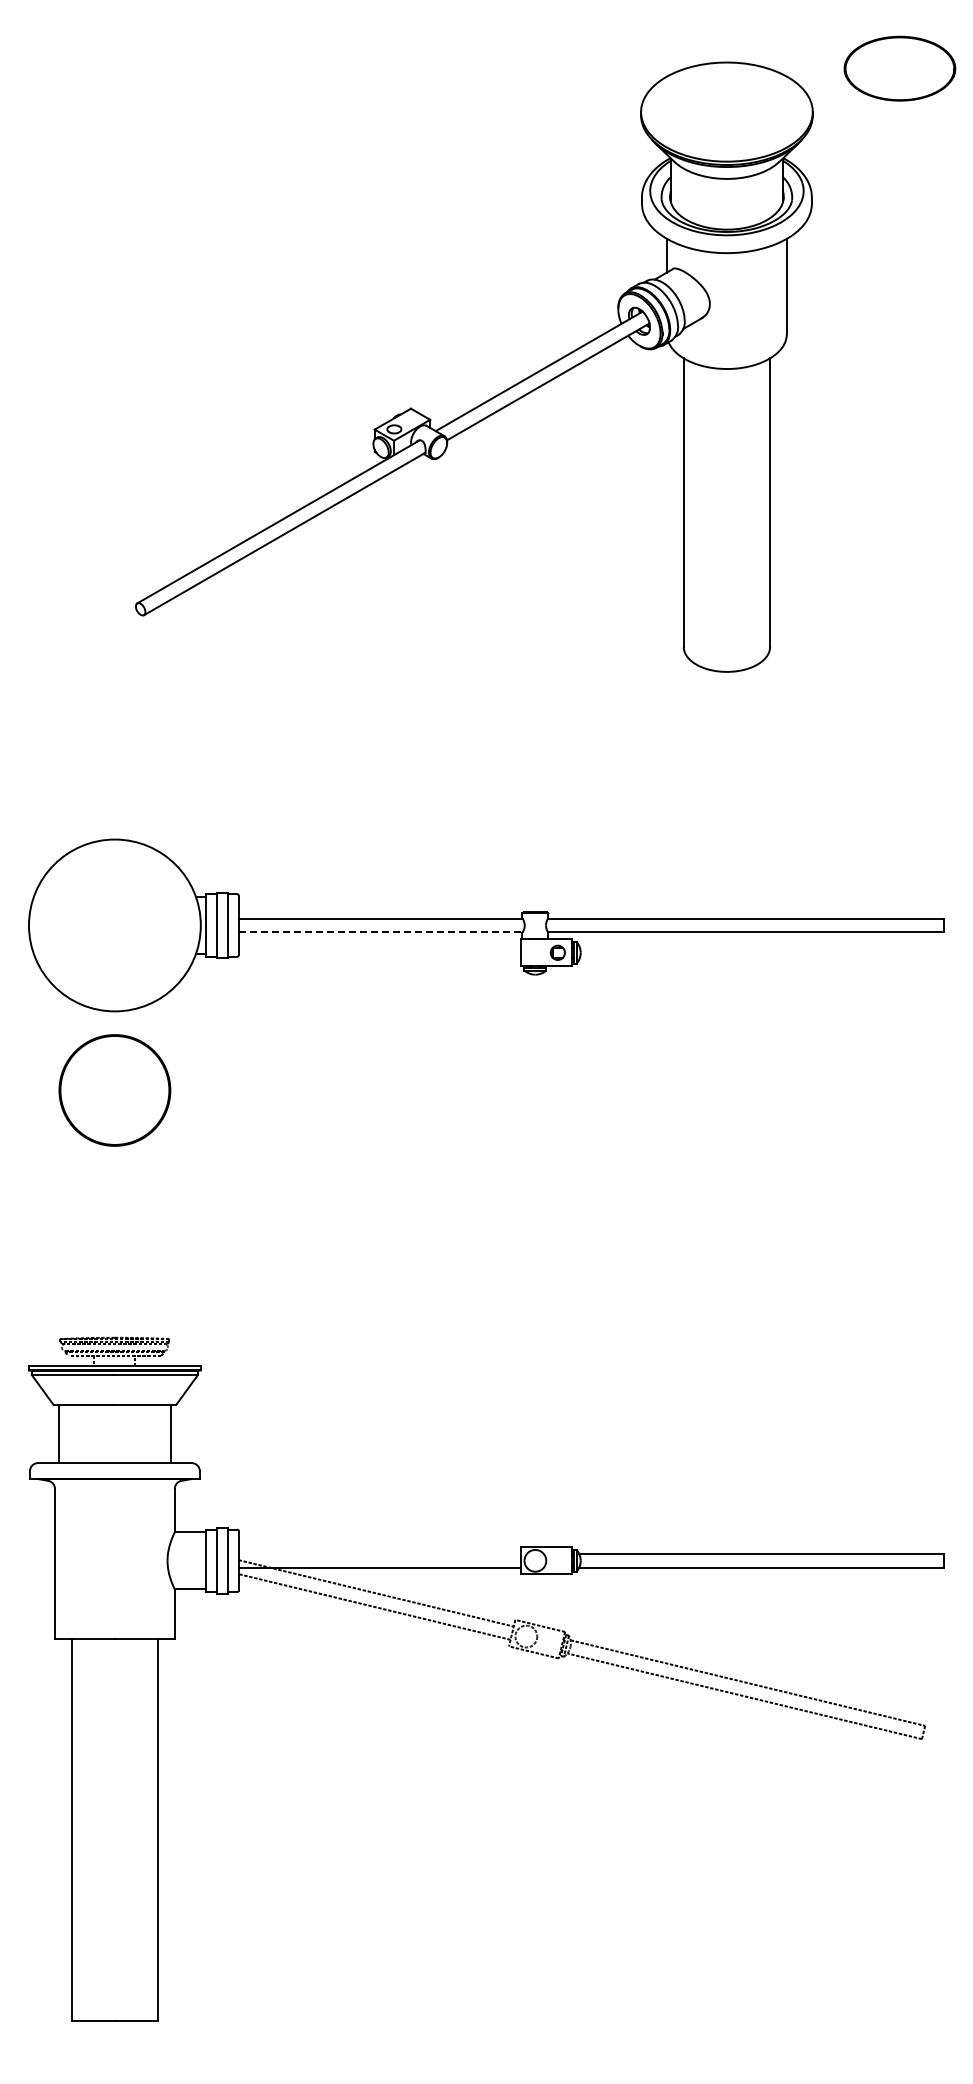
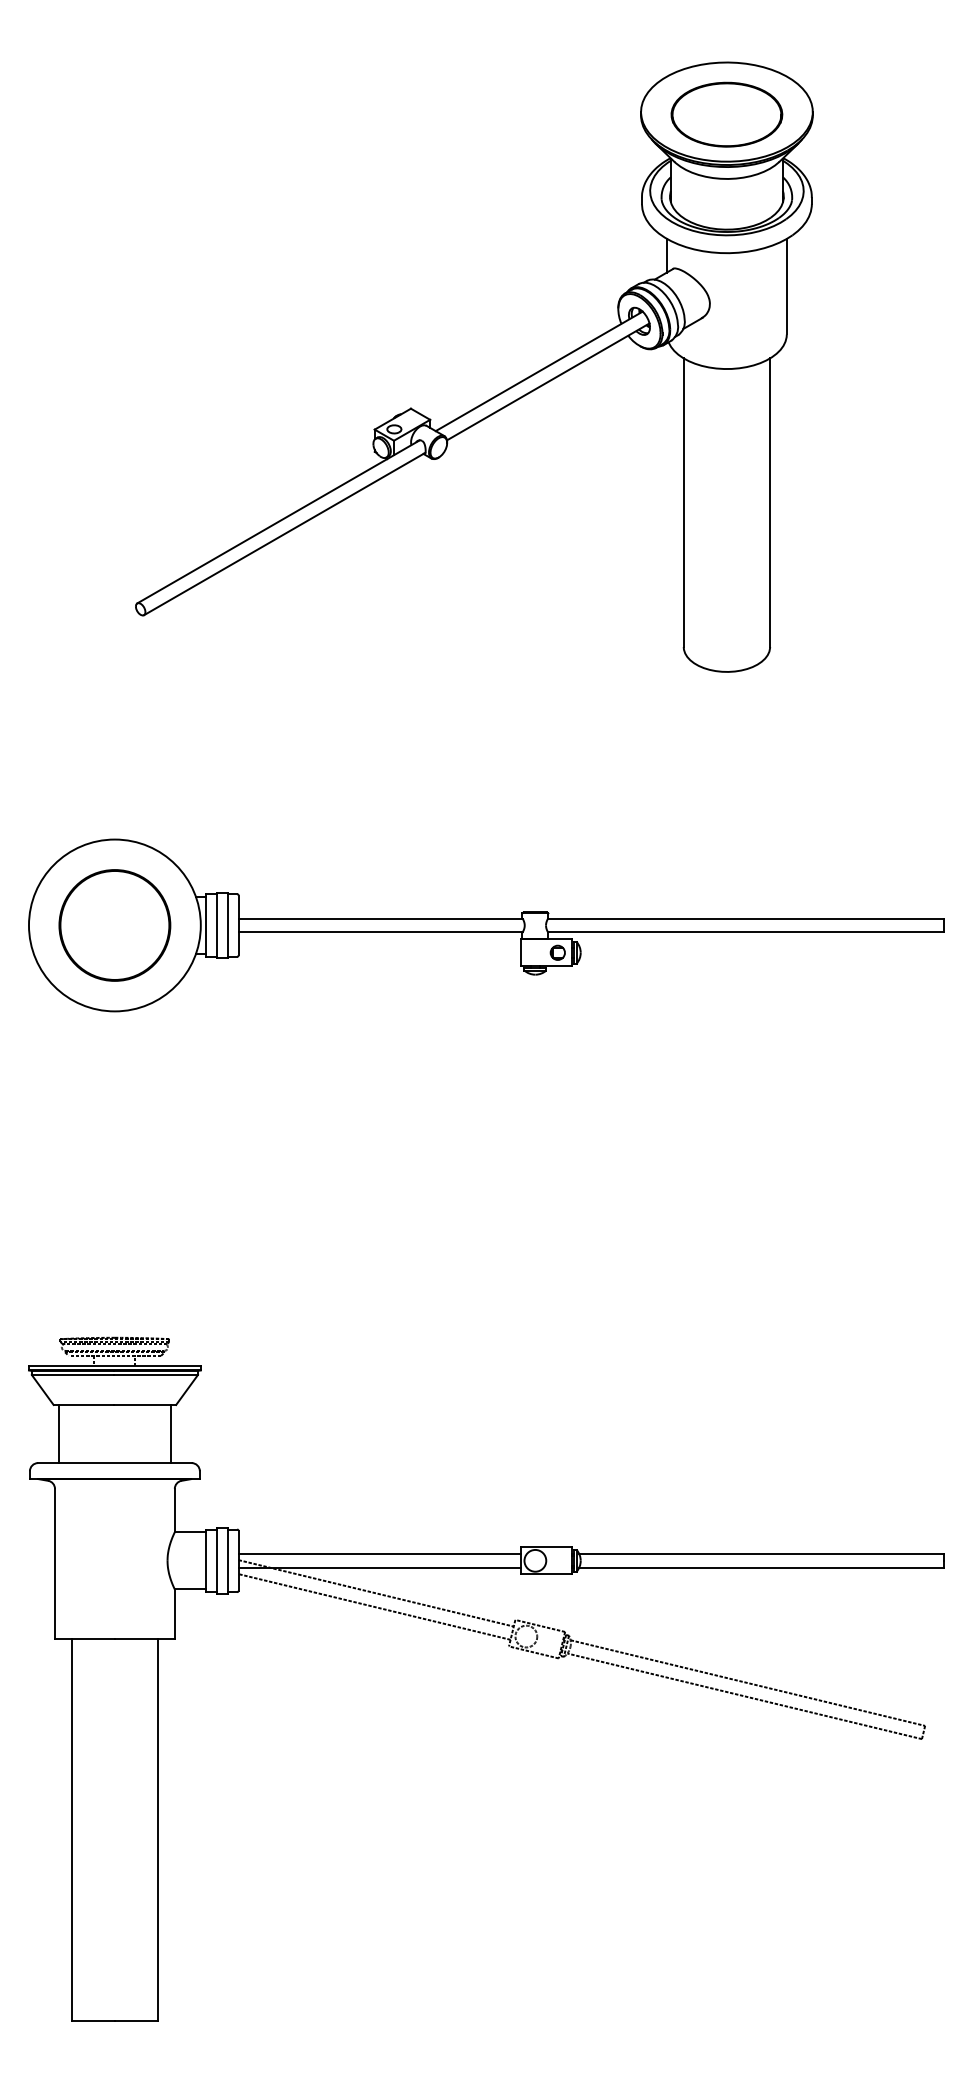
part at (899, 68) position: (899, 68) -> (726, 114)
line at (381, 932): dashed -> solid
part at (114, 1090) position: (114, 1090) -> (114, 925)
line at (379, 1554): none -> present
